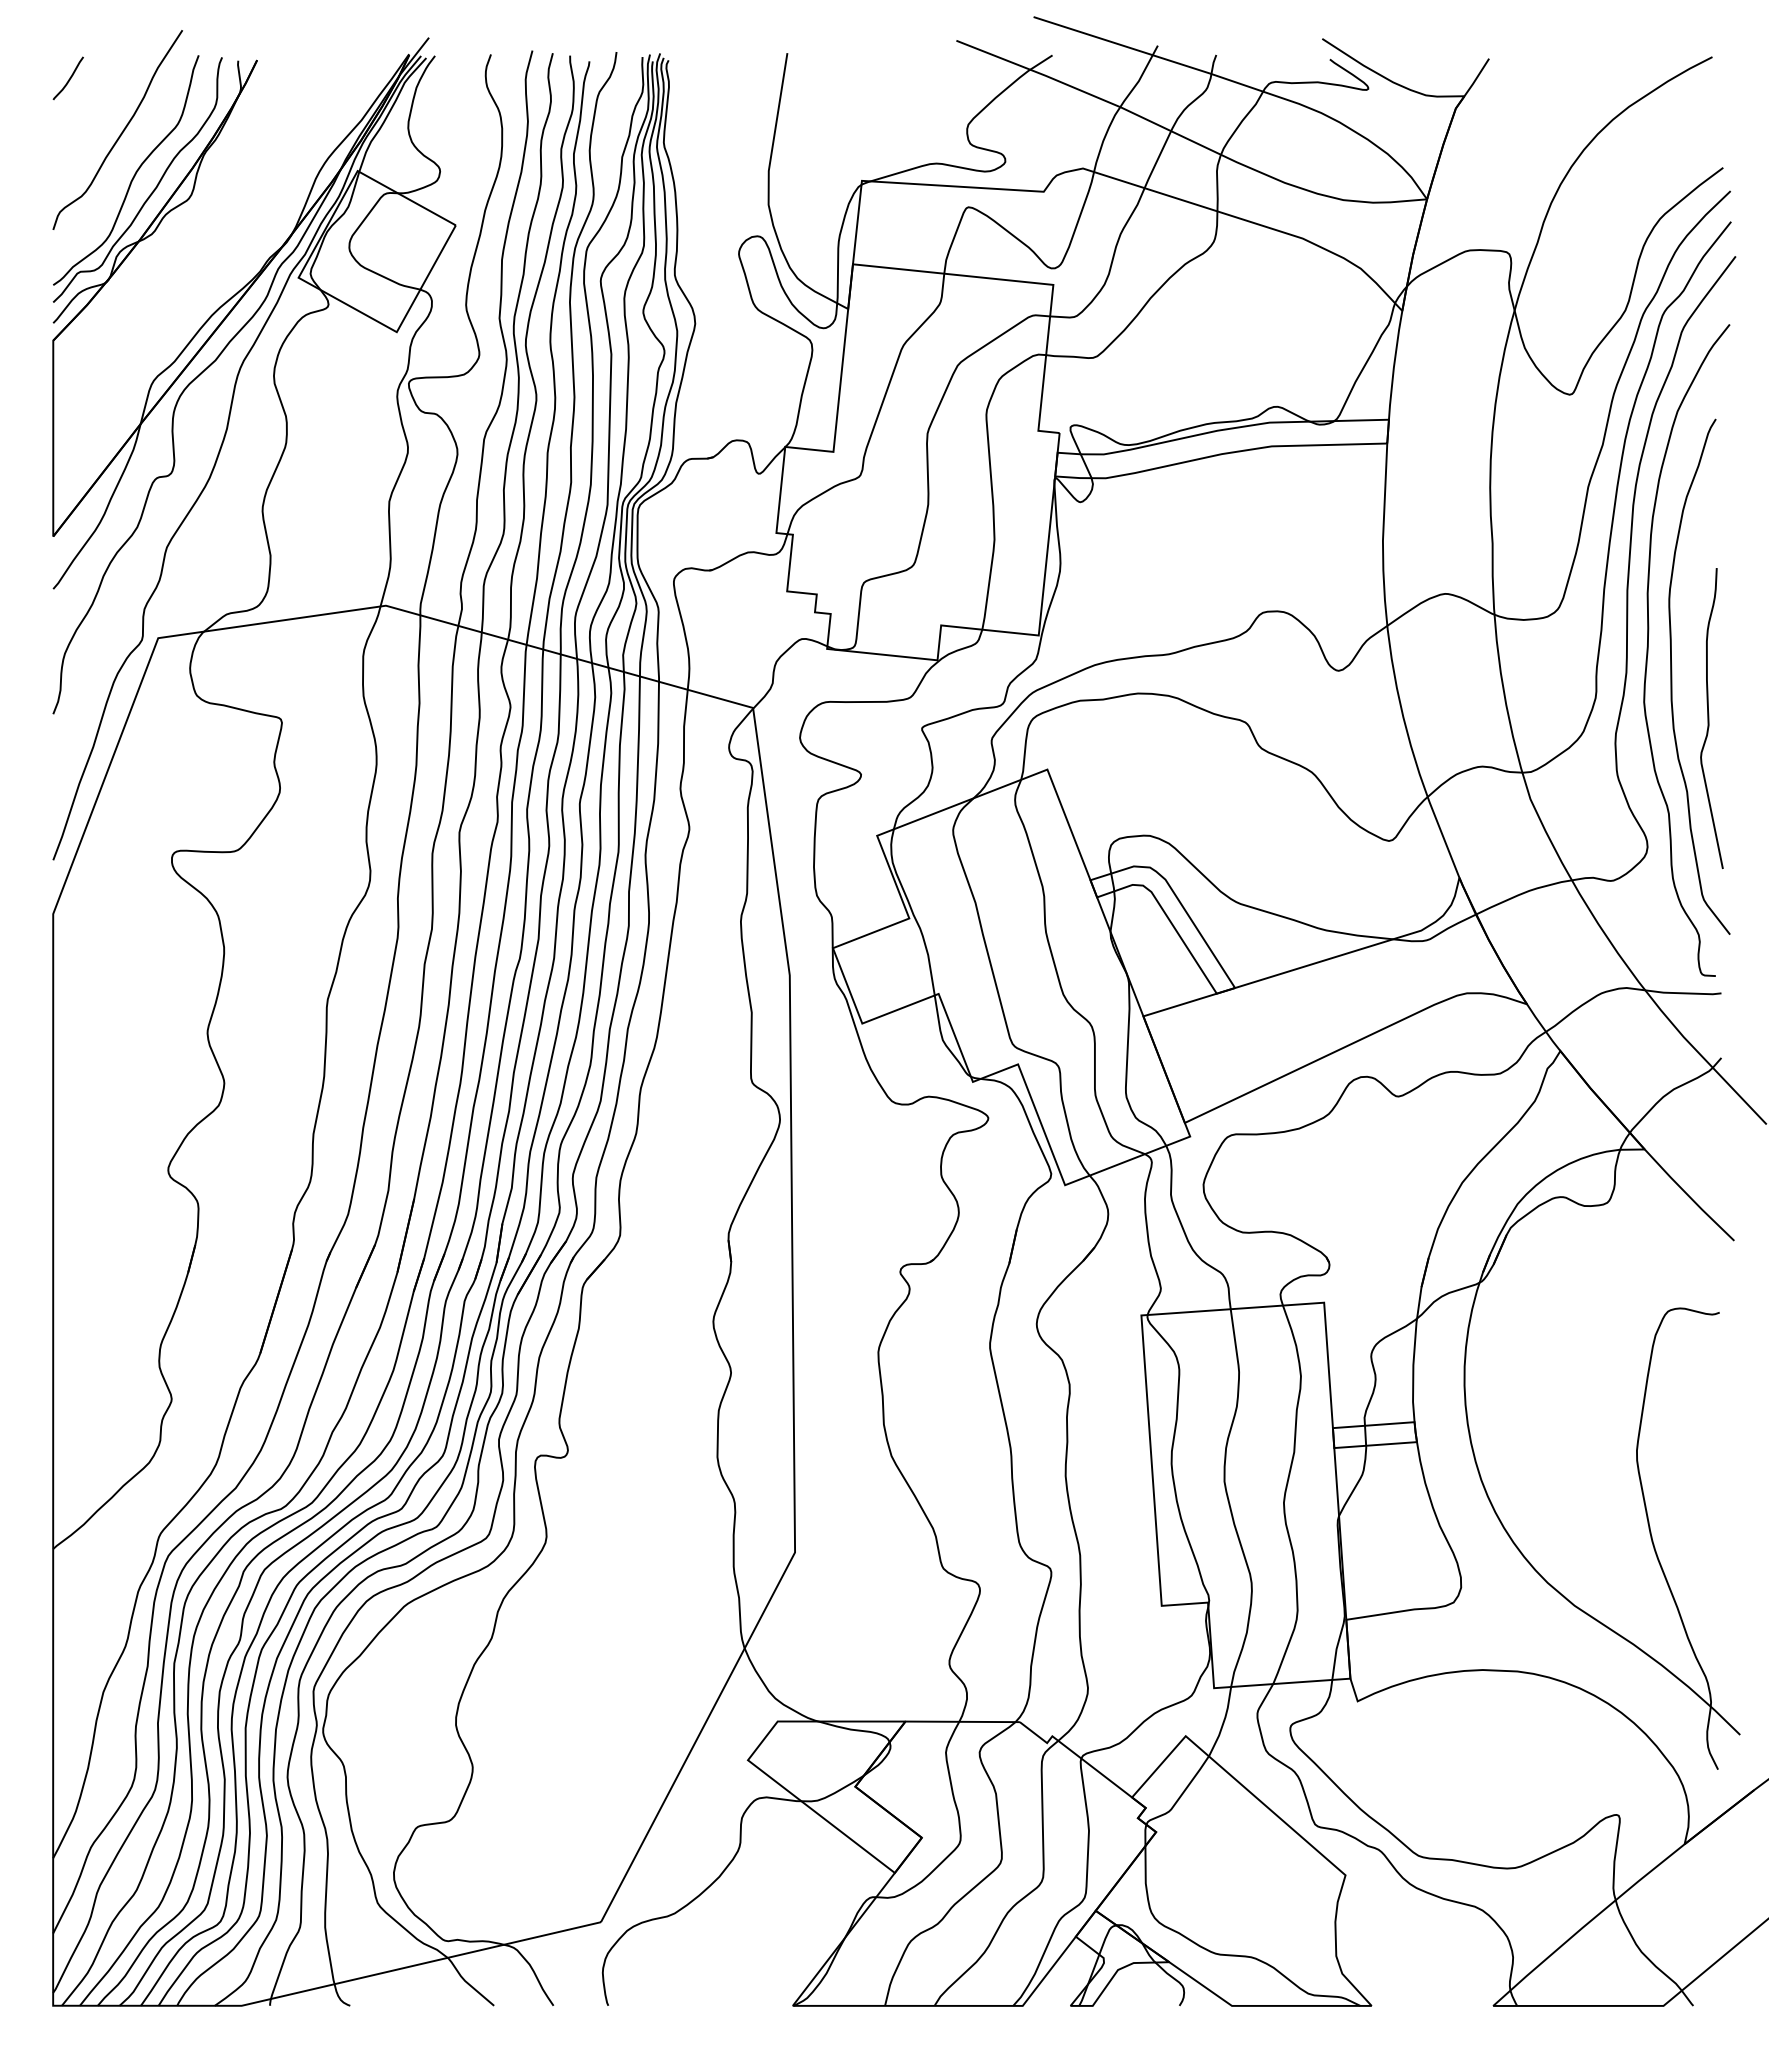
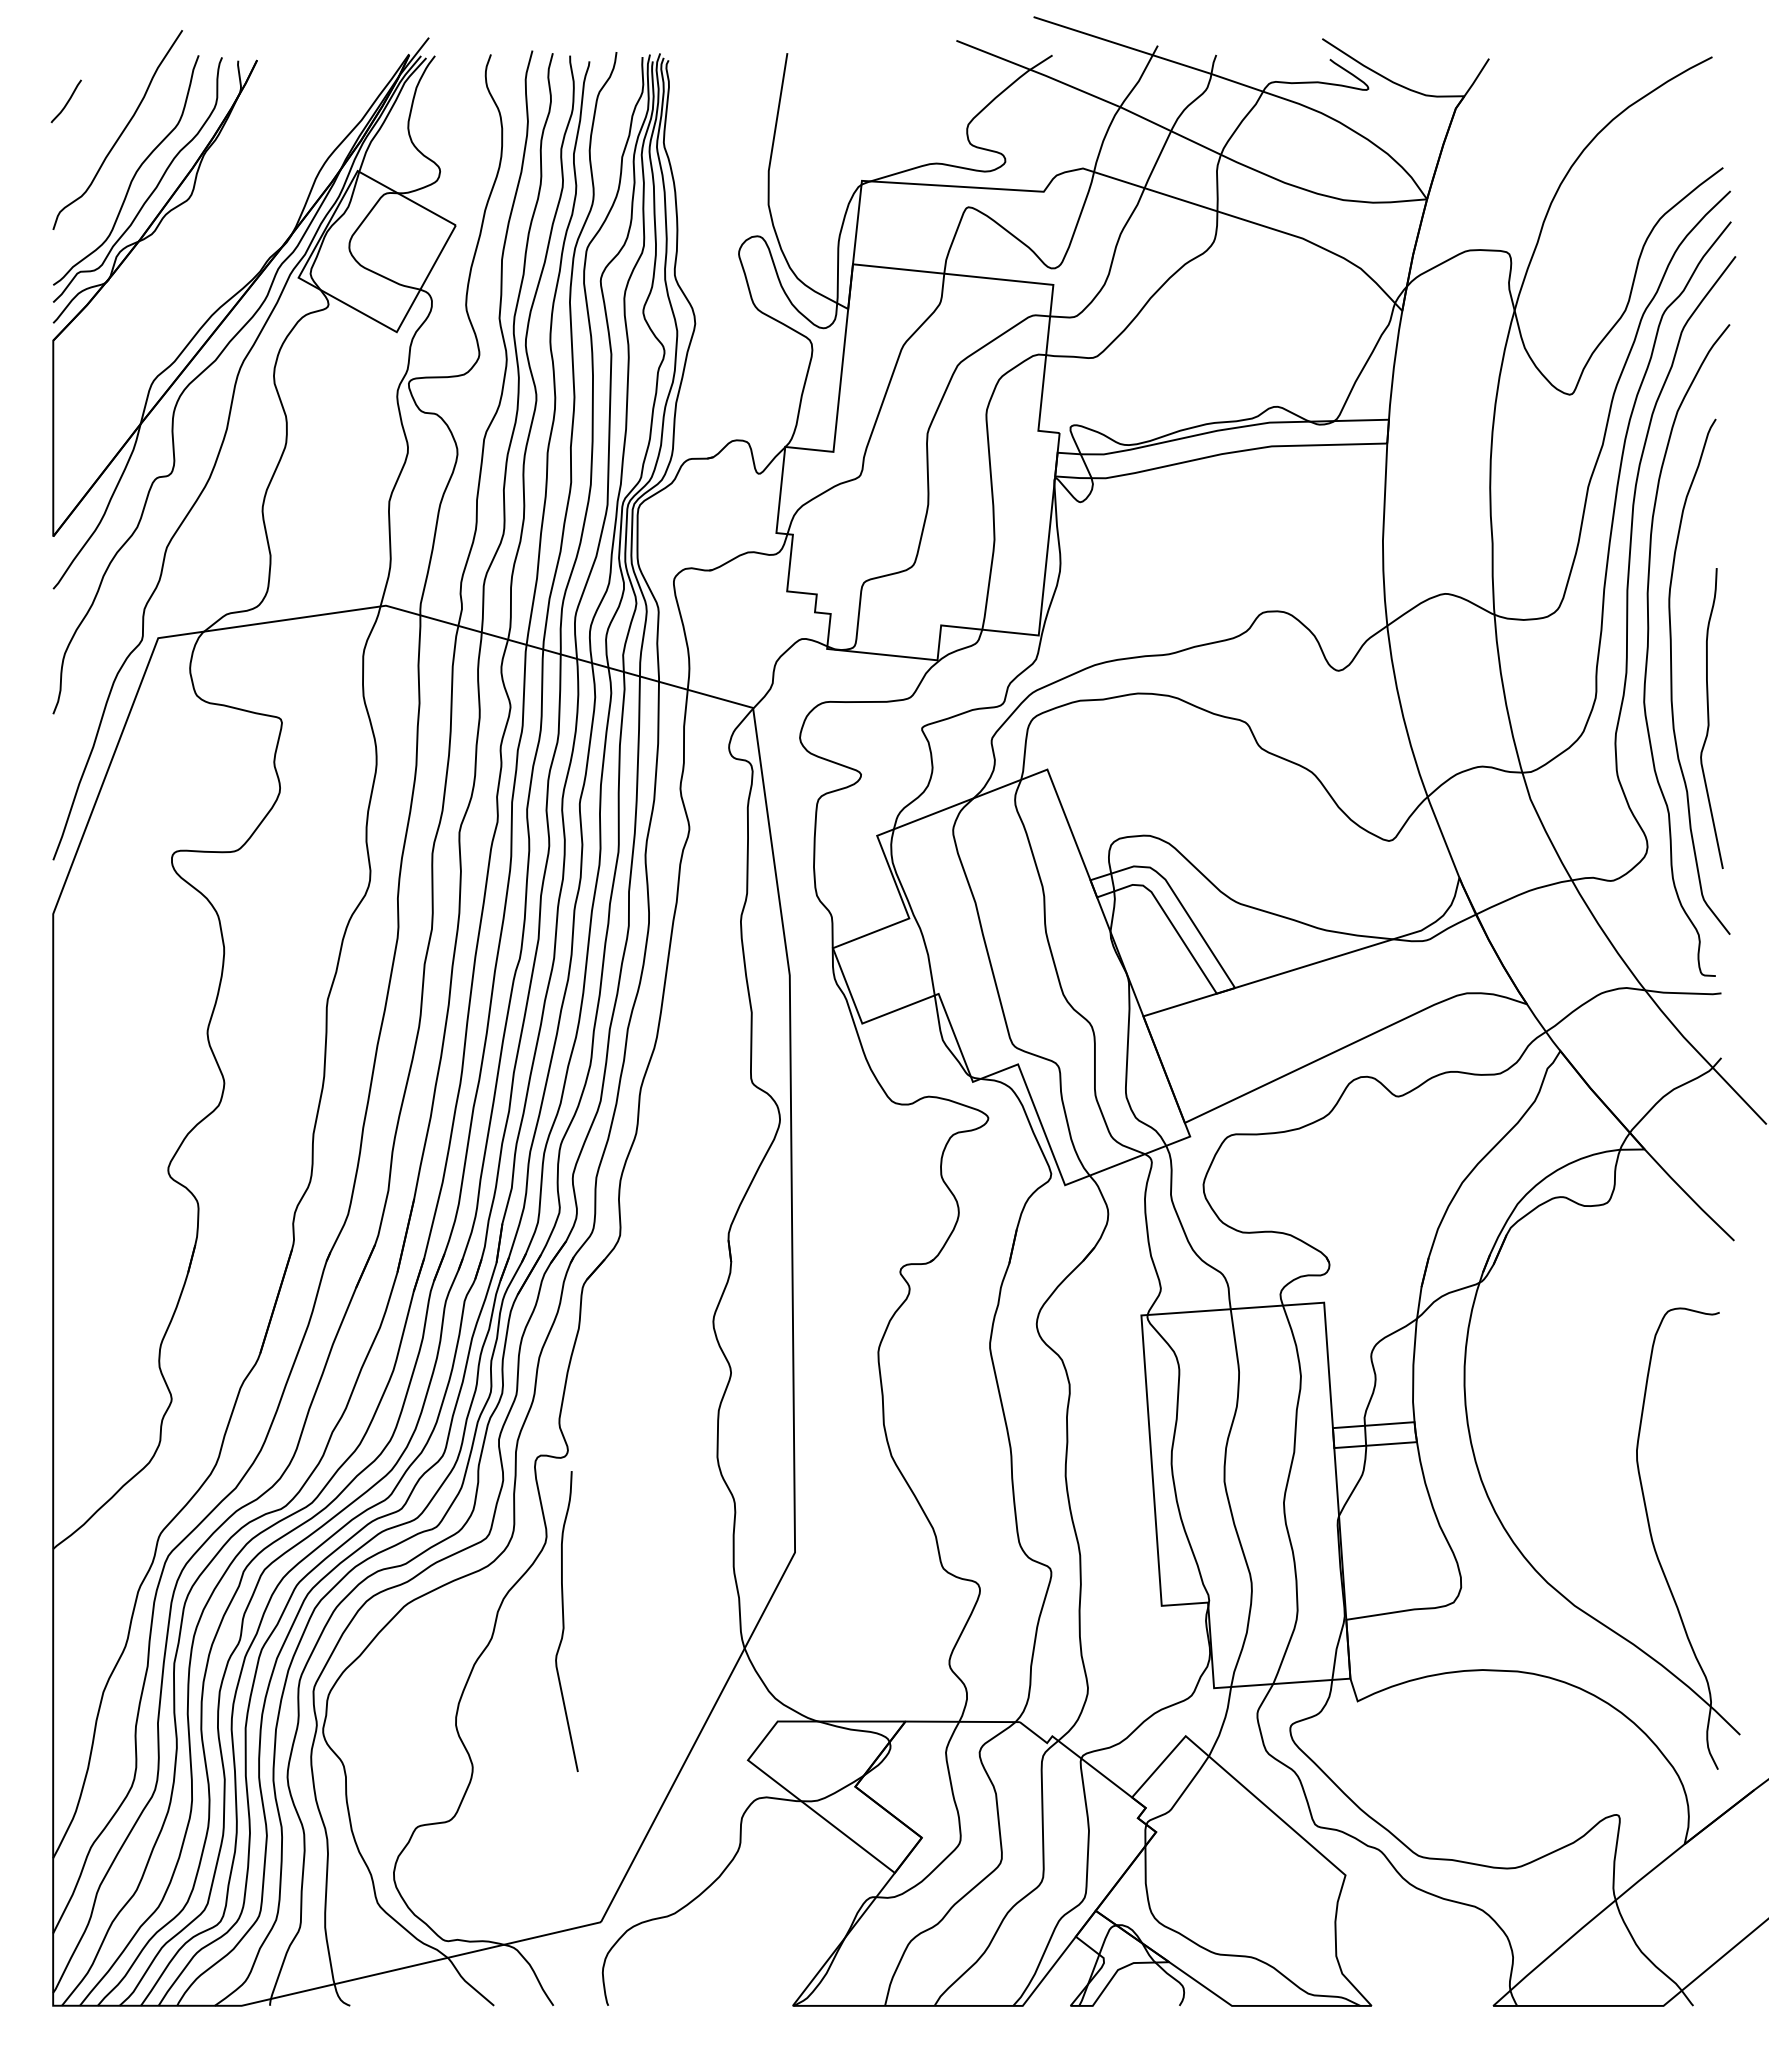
curve at (68, 79) position: (68, 79) -> (66, 102)
curve at (564, 1621): none -> present
